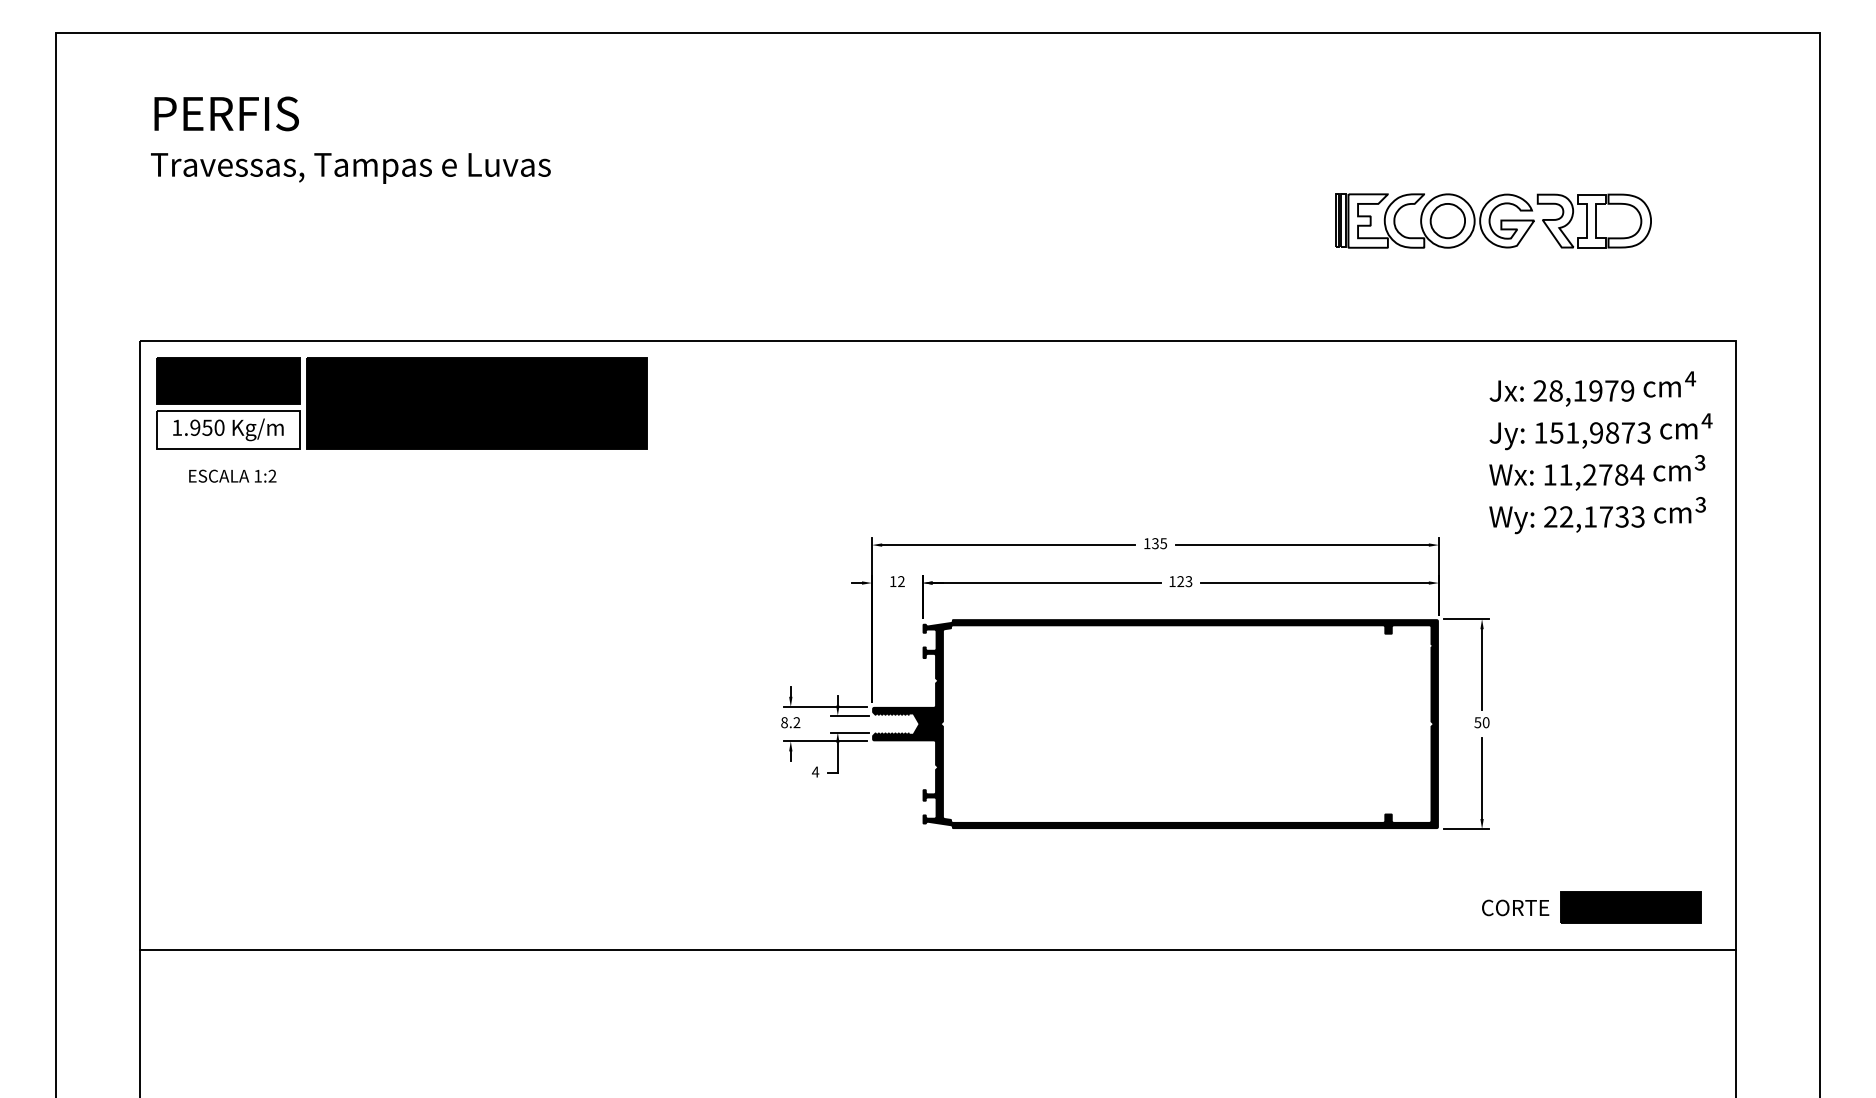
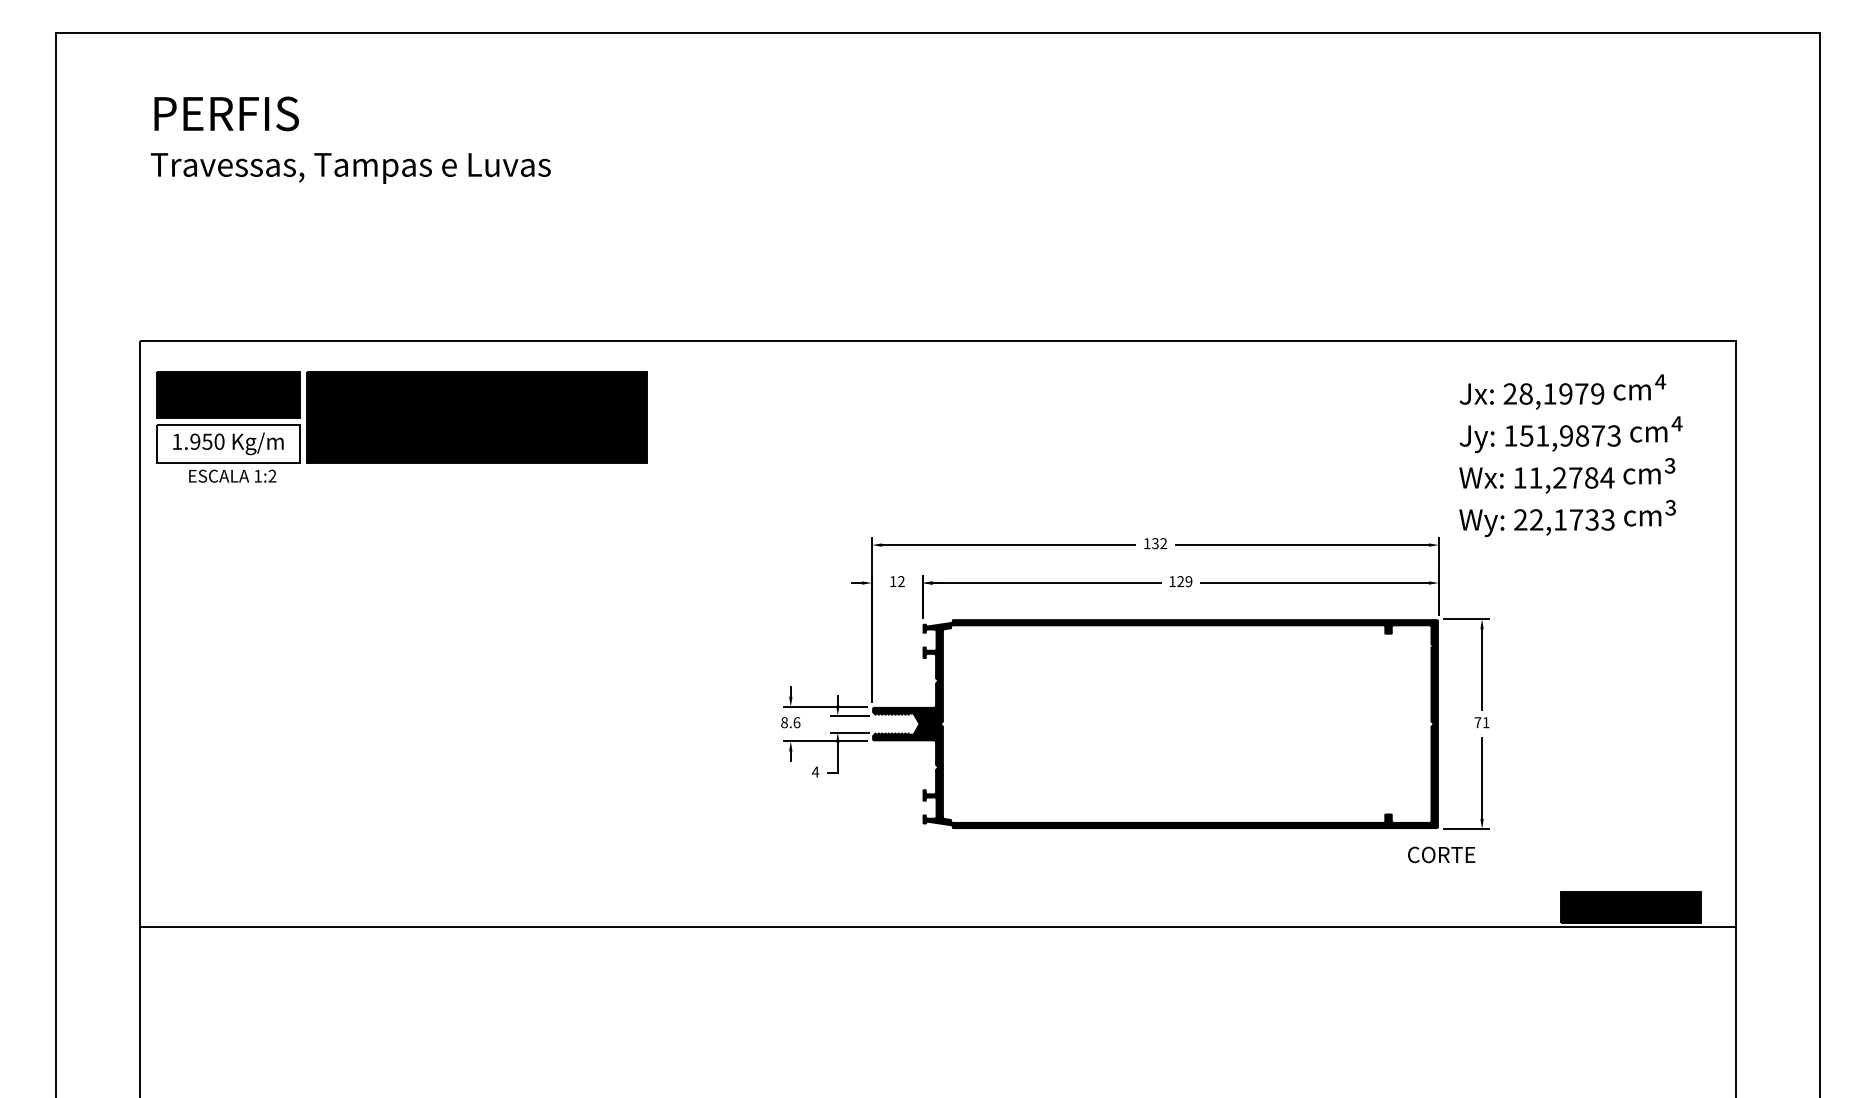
part at (1493, 220): present -> none
part at (401, 403) position: (401, 403) -> (401, 417)
text at (1600, 452) position: (1600, 452) -> (1570, 455)
text at (1163, 543): 135 -> 132
text at (1188, 581): 123 -> 129
text at (796, 722): 8.2 -> 8.6
text at (1481, 722): 50 -> 71
text at (1515, 907) position: (1515, 907) -> (1441, 854)
line at (937, 950) position: (937, 950) -> (937, 927)
